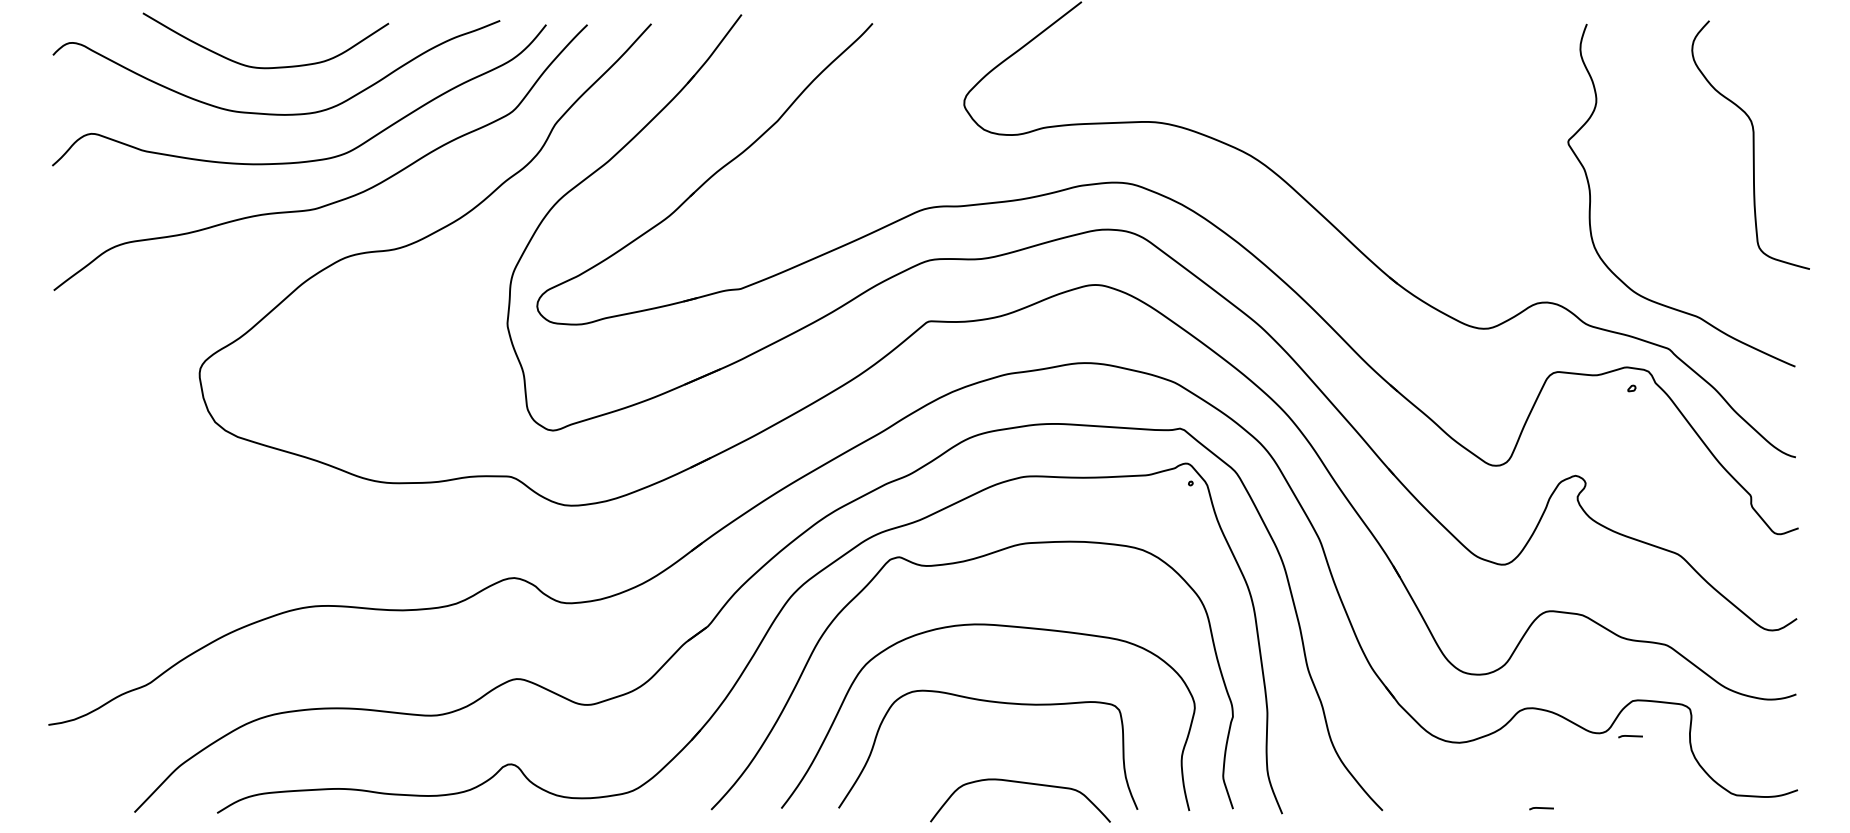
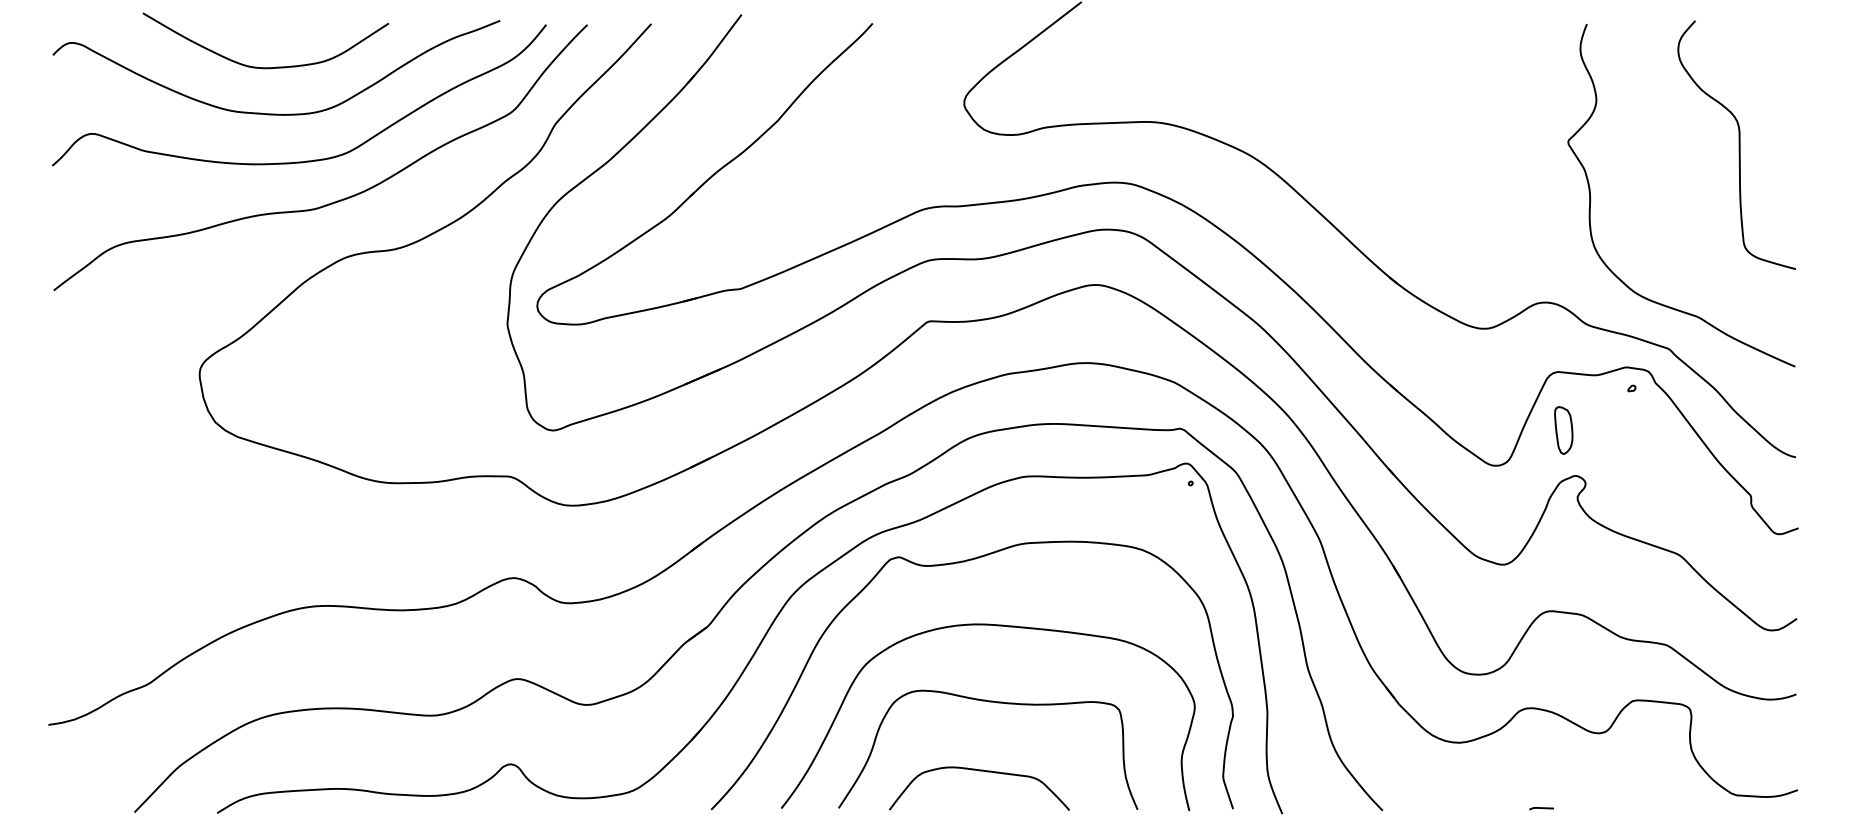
curve at (1752, 144) position: (1752, 144) -> (1738, 144)
part at (1563, 430): none -> present
line at (1630, 736): present -> none
curve at (1020, 783) position: (1020, 783) -> (979, 771)
